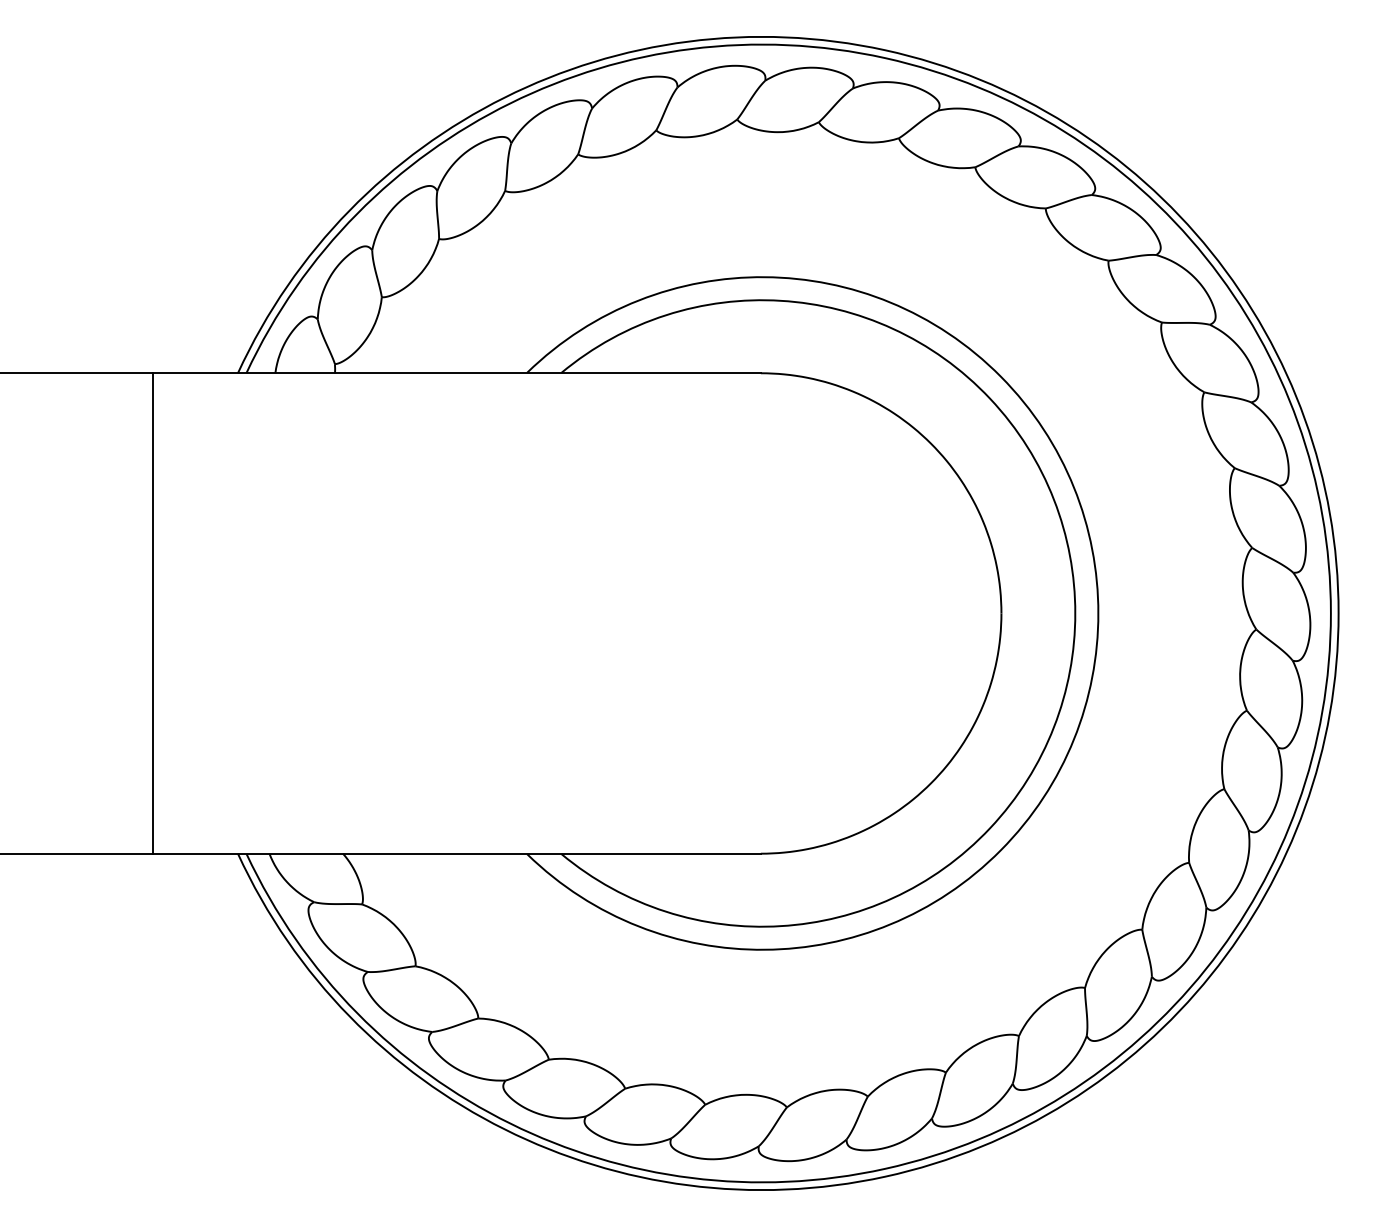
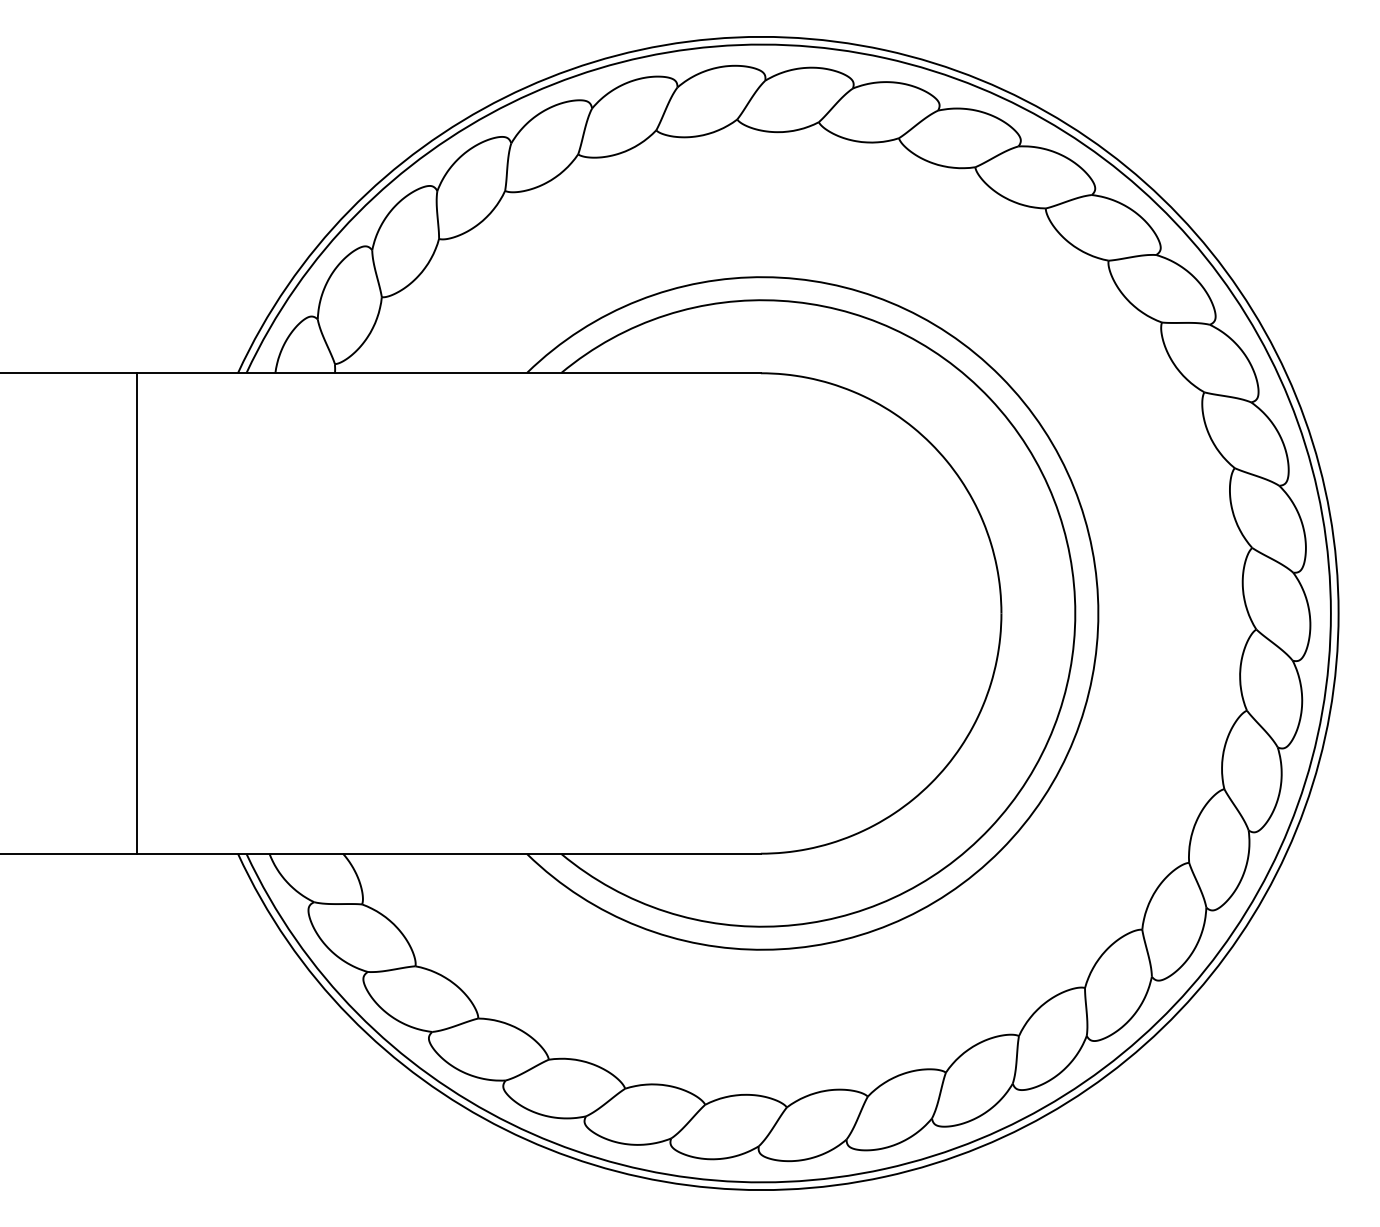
line at (153, 613) position: (153, 613) -> (137, 613)
